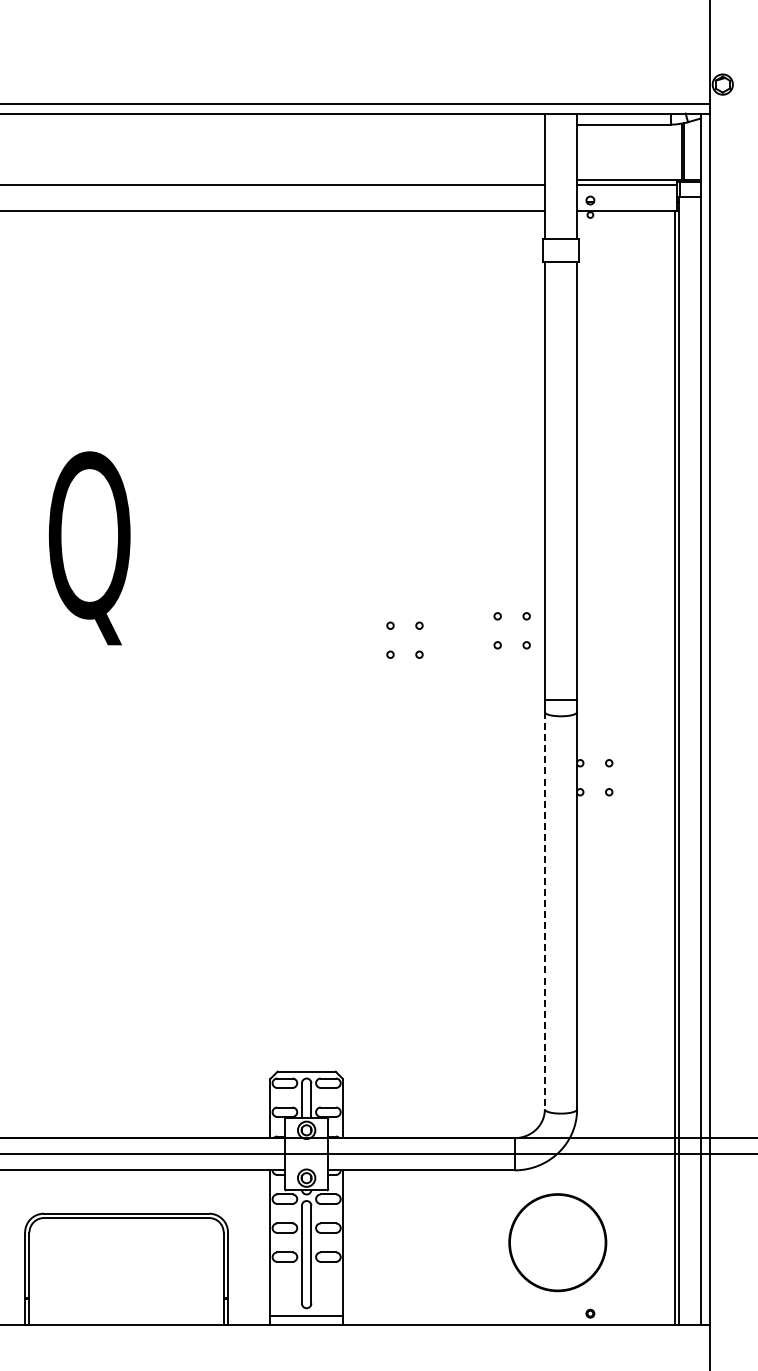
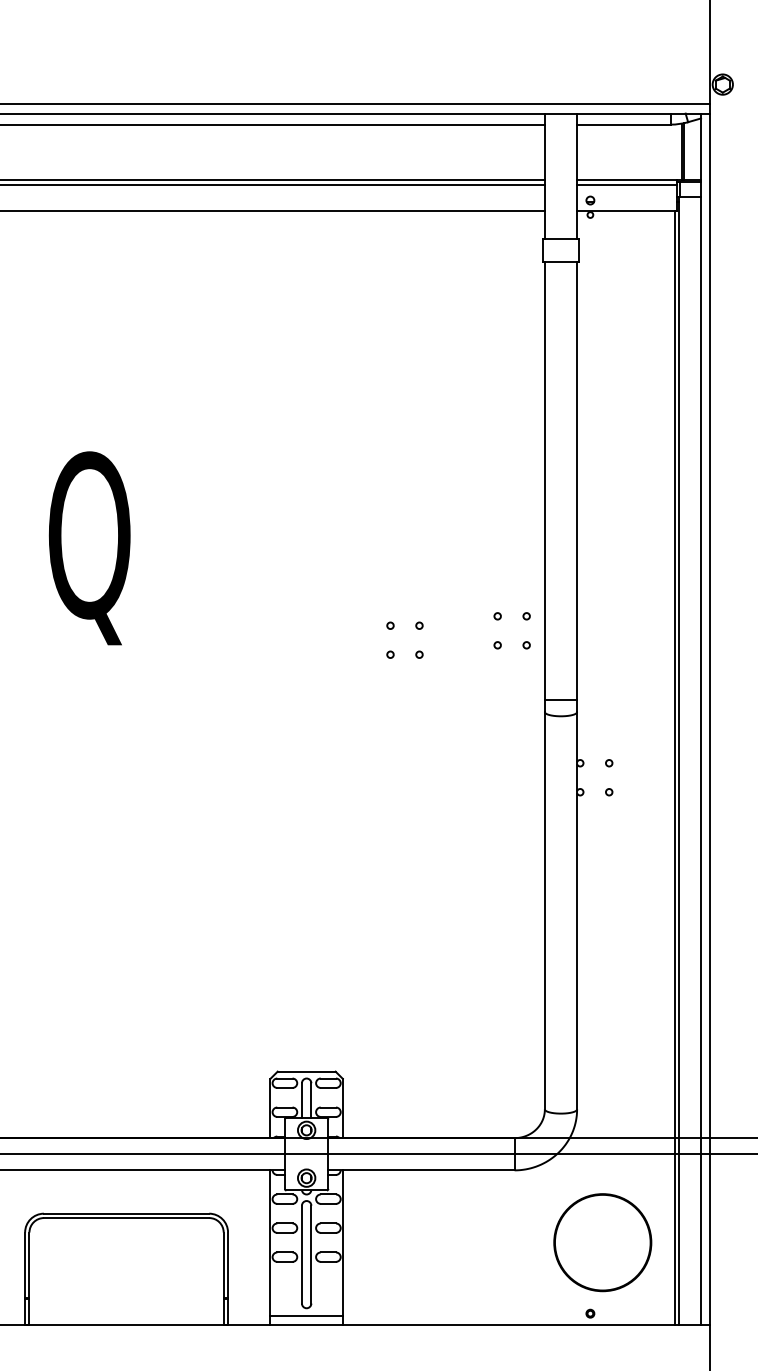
line at (273, 124): none -> present
line at (273, 180): none -> present
line at (544, 910): dashed -> solid
circle at (557, 1242) position: (557, 1242) -> (602, 1242)
